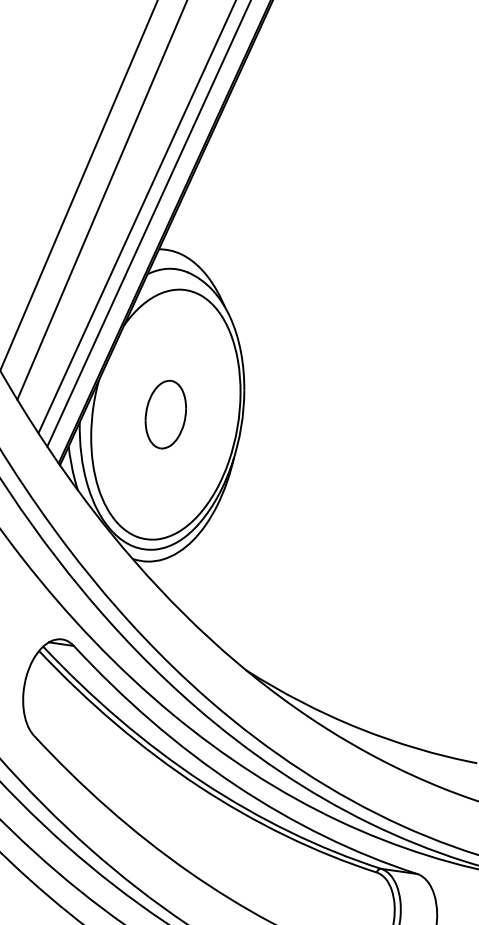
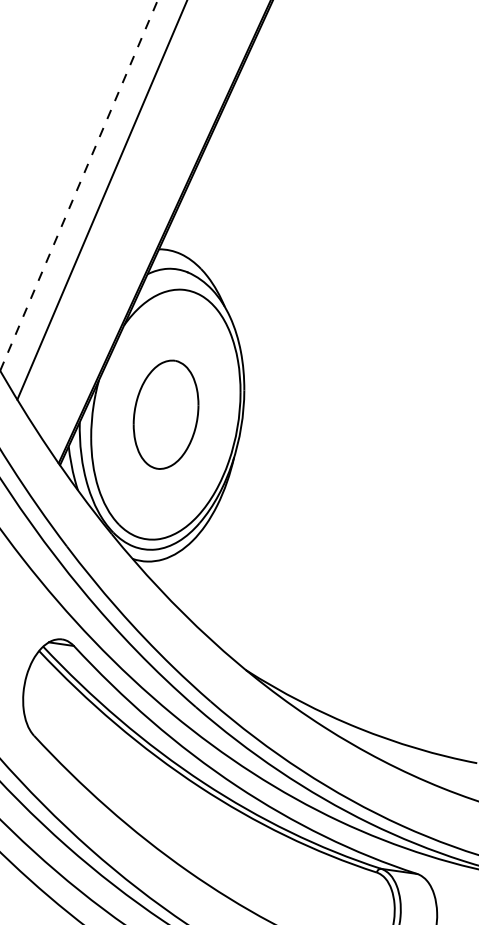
line at (78, 185): solid -> dashed
line at (136, 217): present -> none
line at (148, 224): present -> none
part at (165, 414) size: 43x71 px -> 68x111 px
